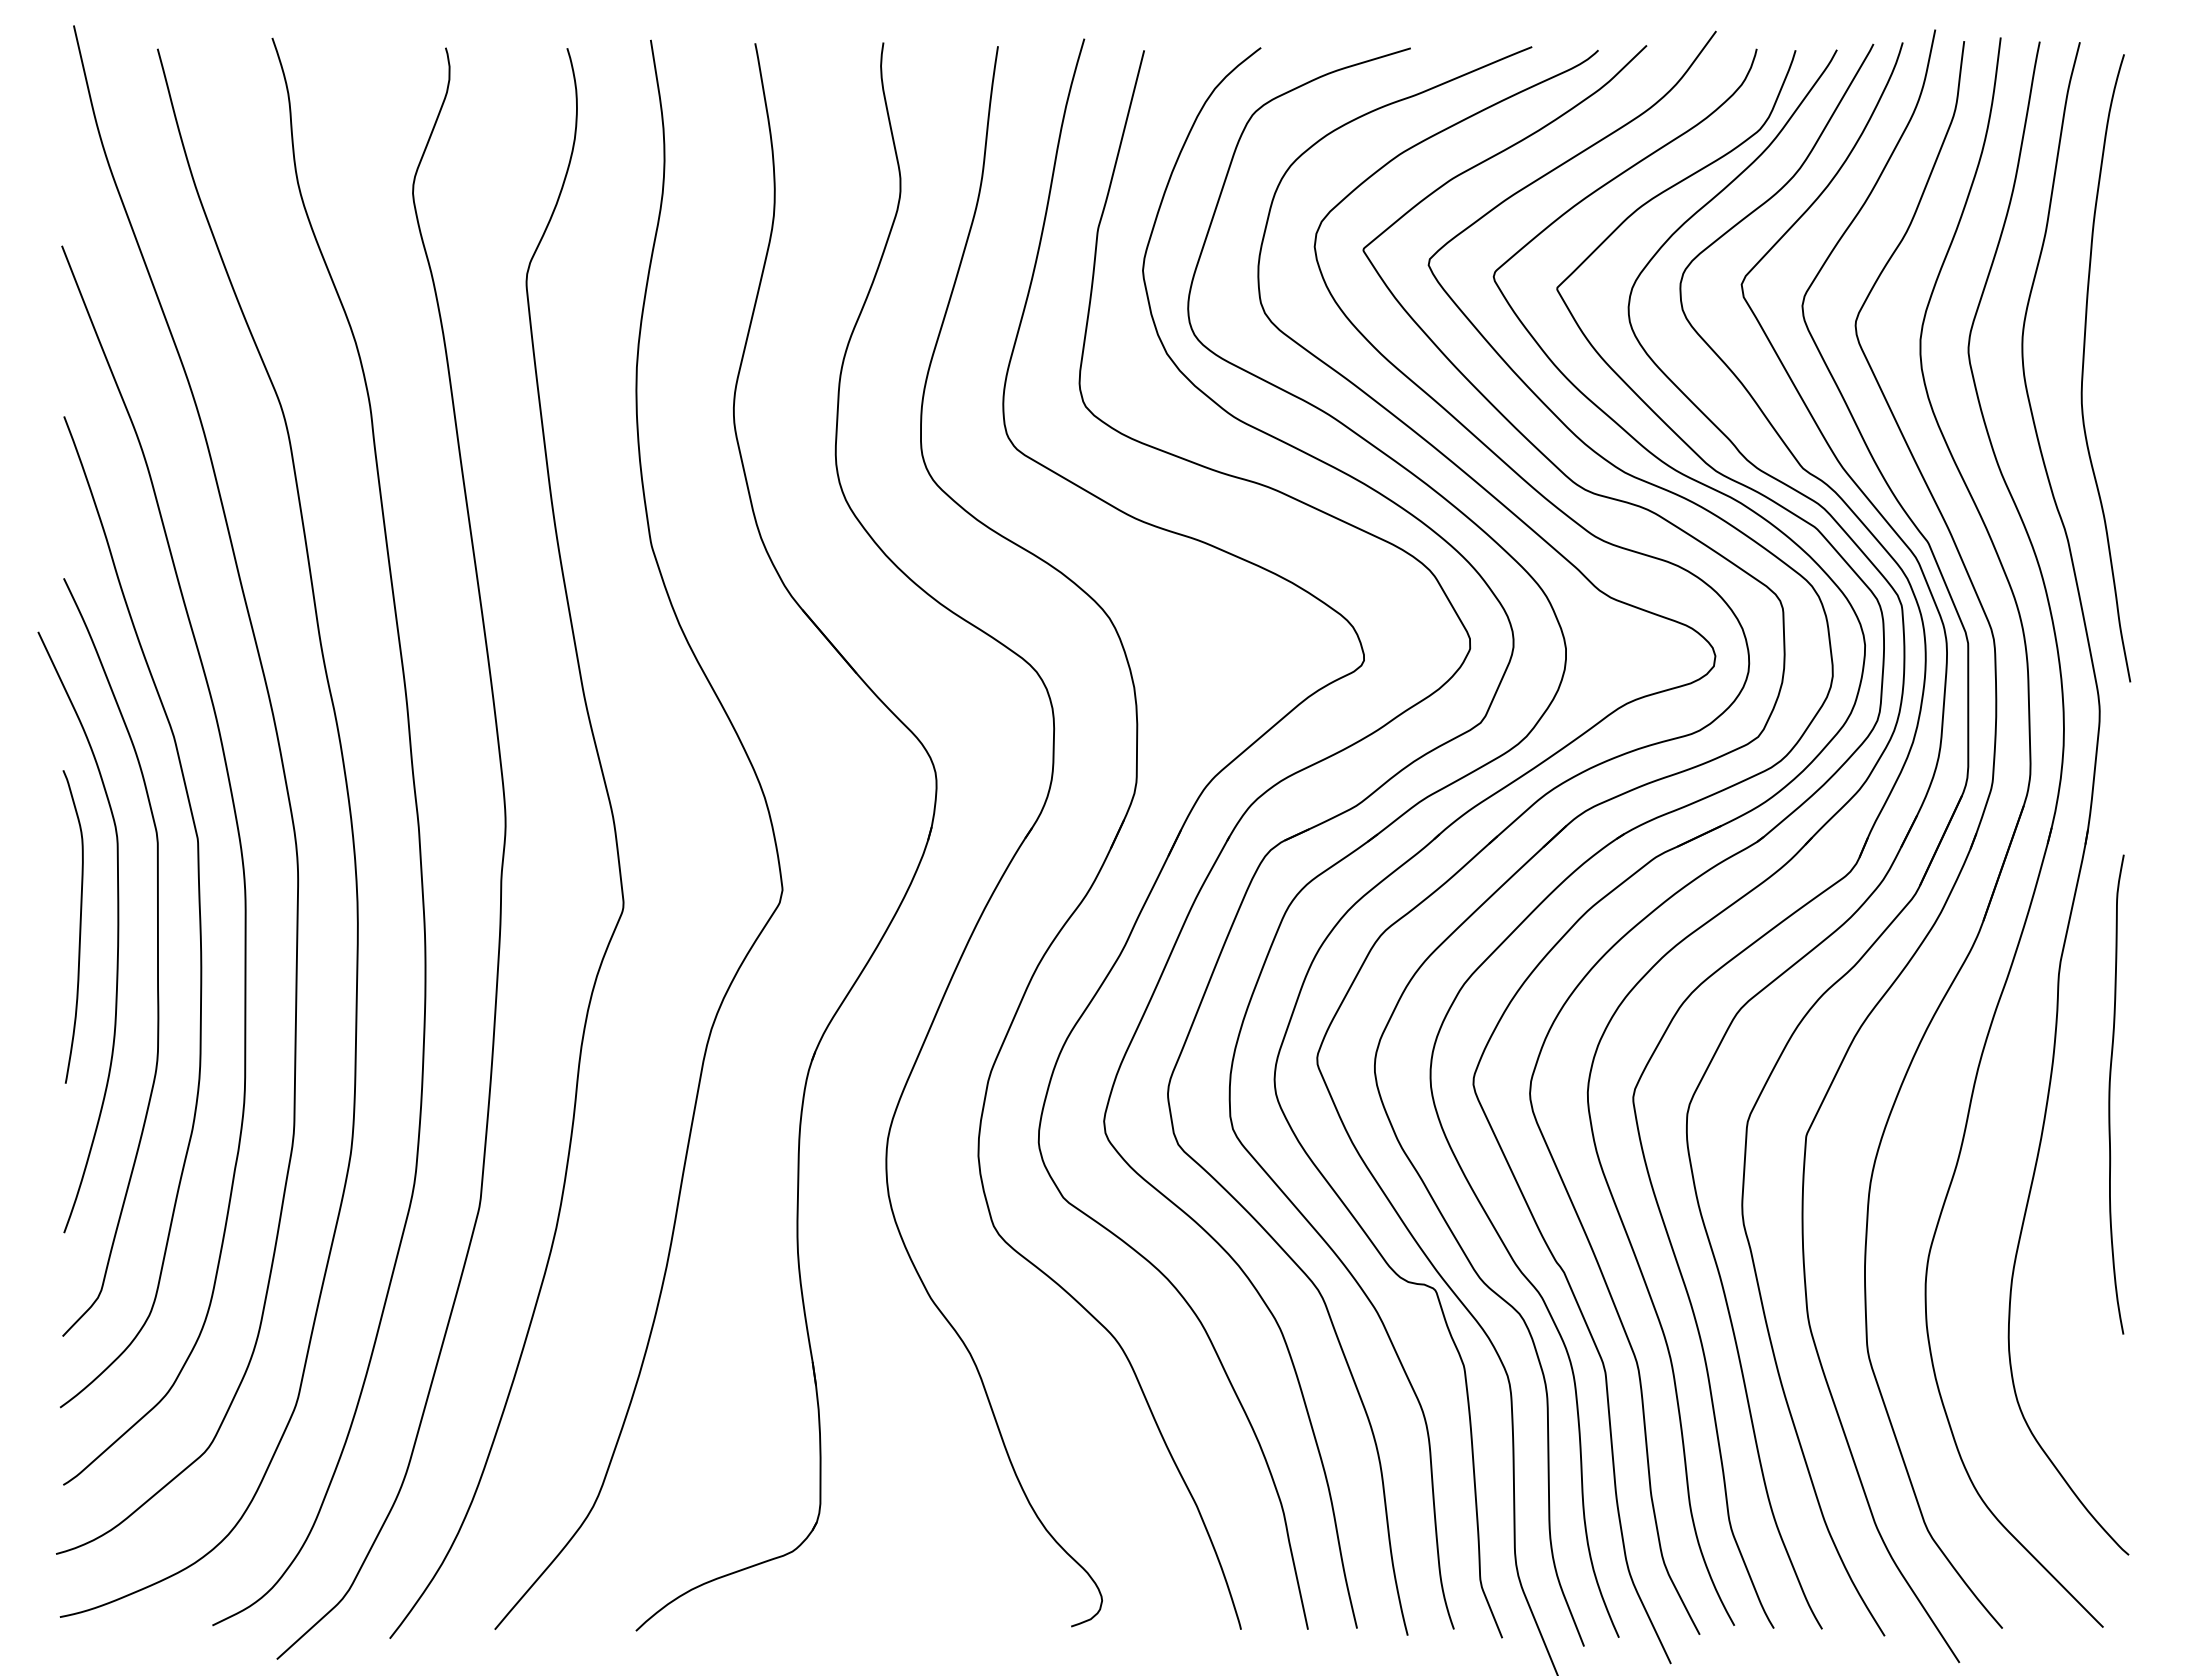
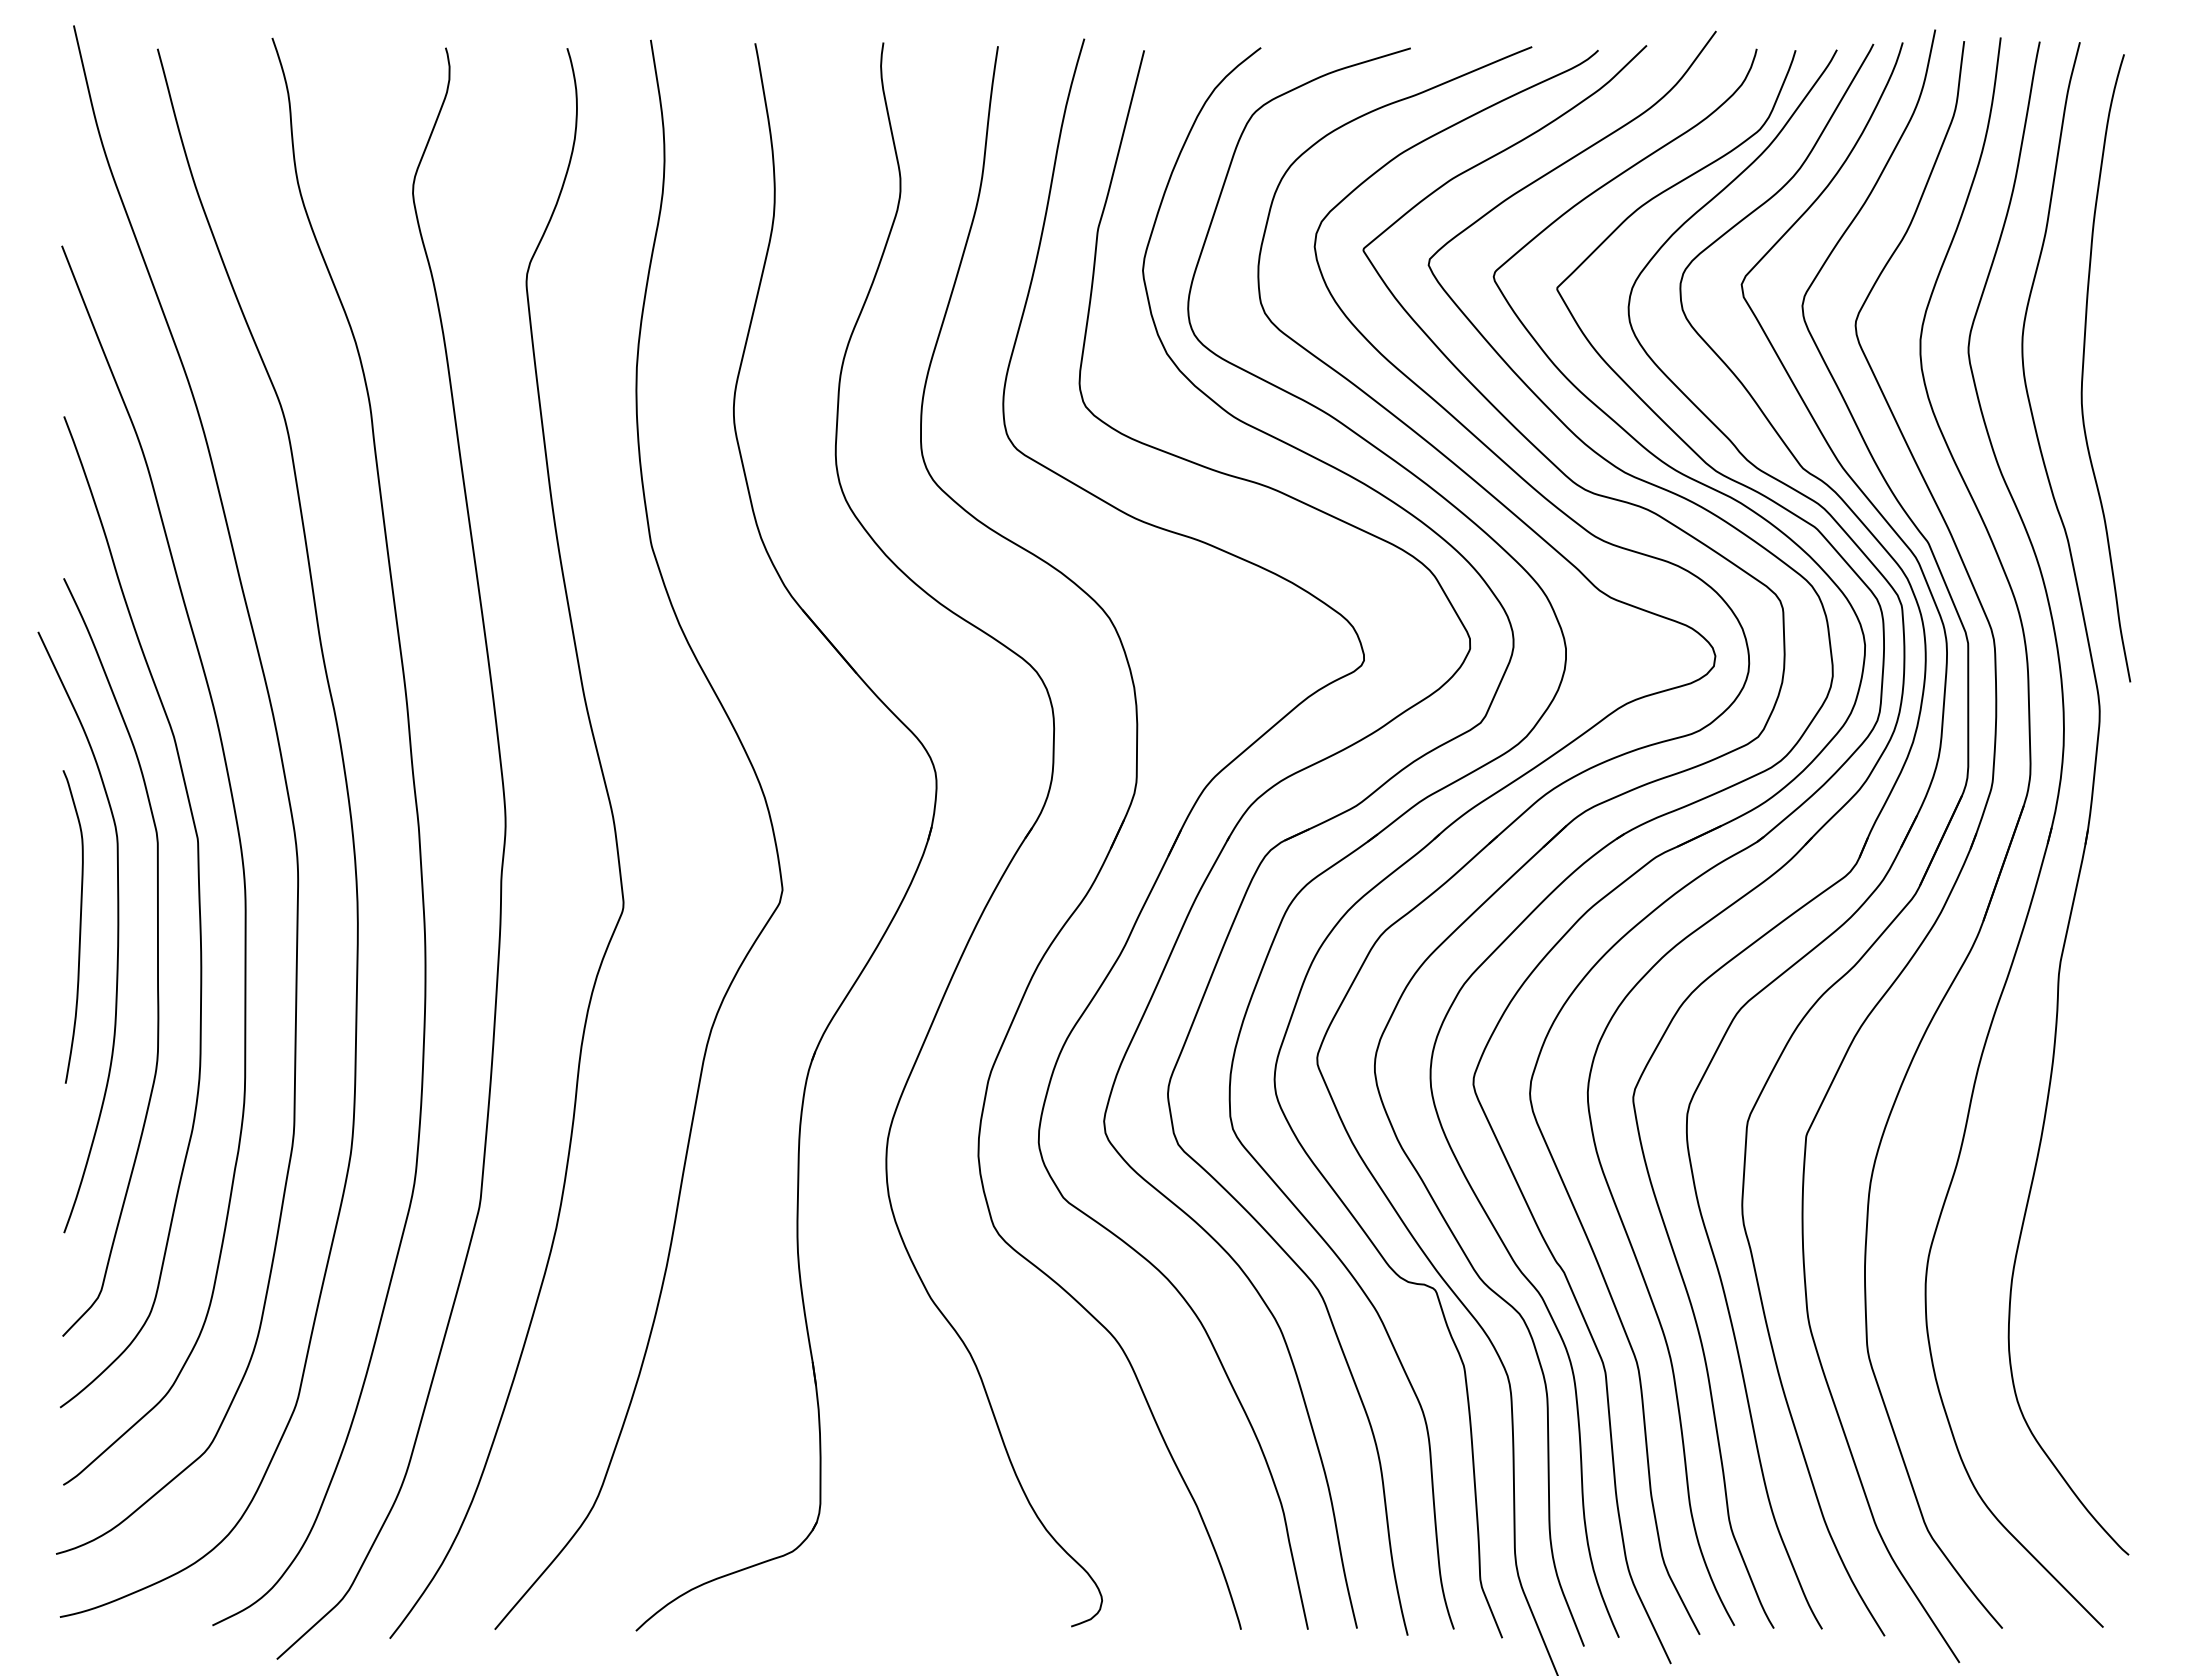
curve at (2110, 1094): present -> none
